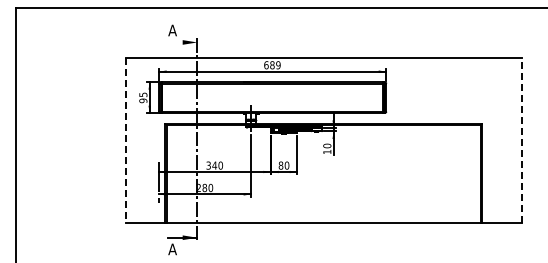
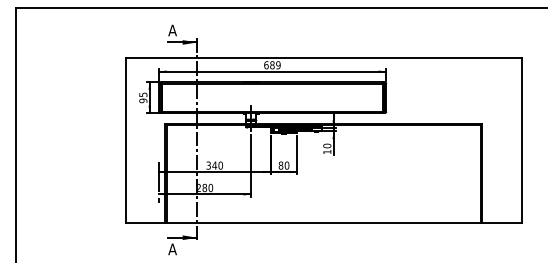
line at (182, 42): none -> present
line at (521, 139): dashed -> solid
line at (125, 140): dashed -> solid
